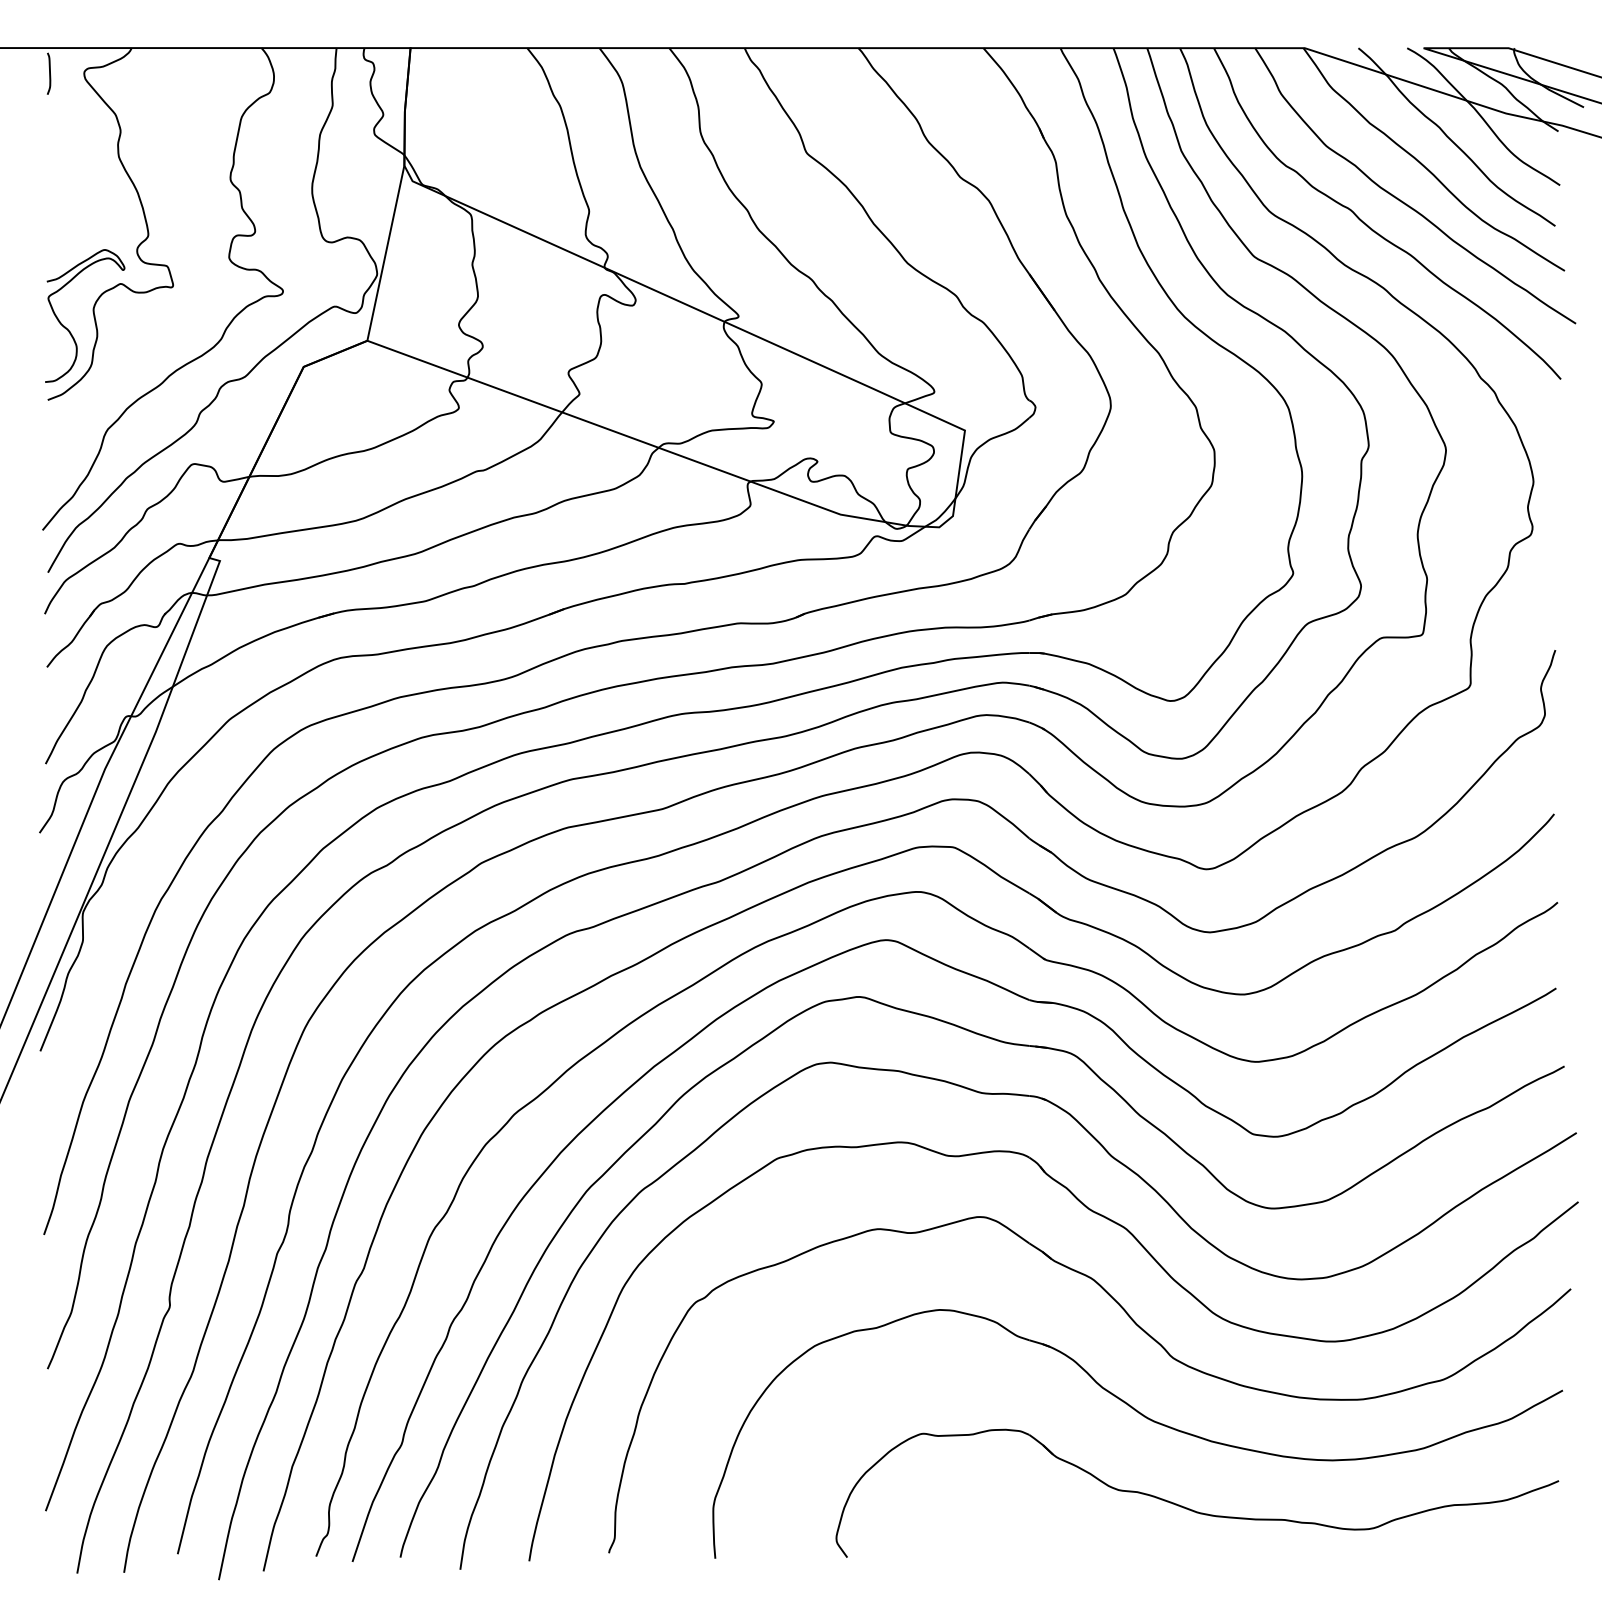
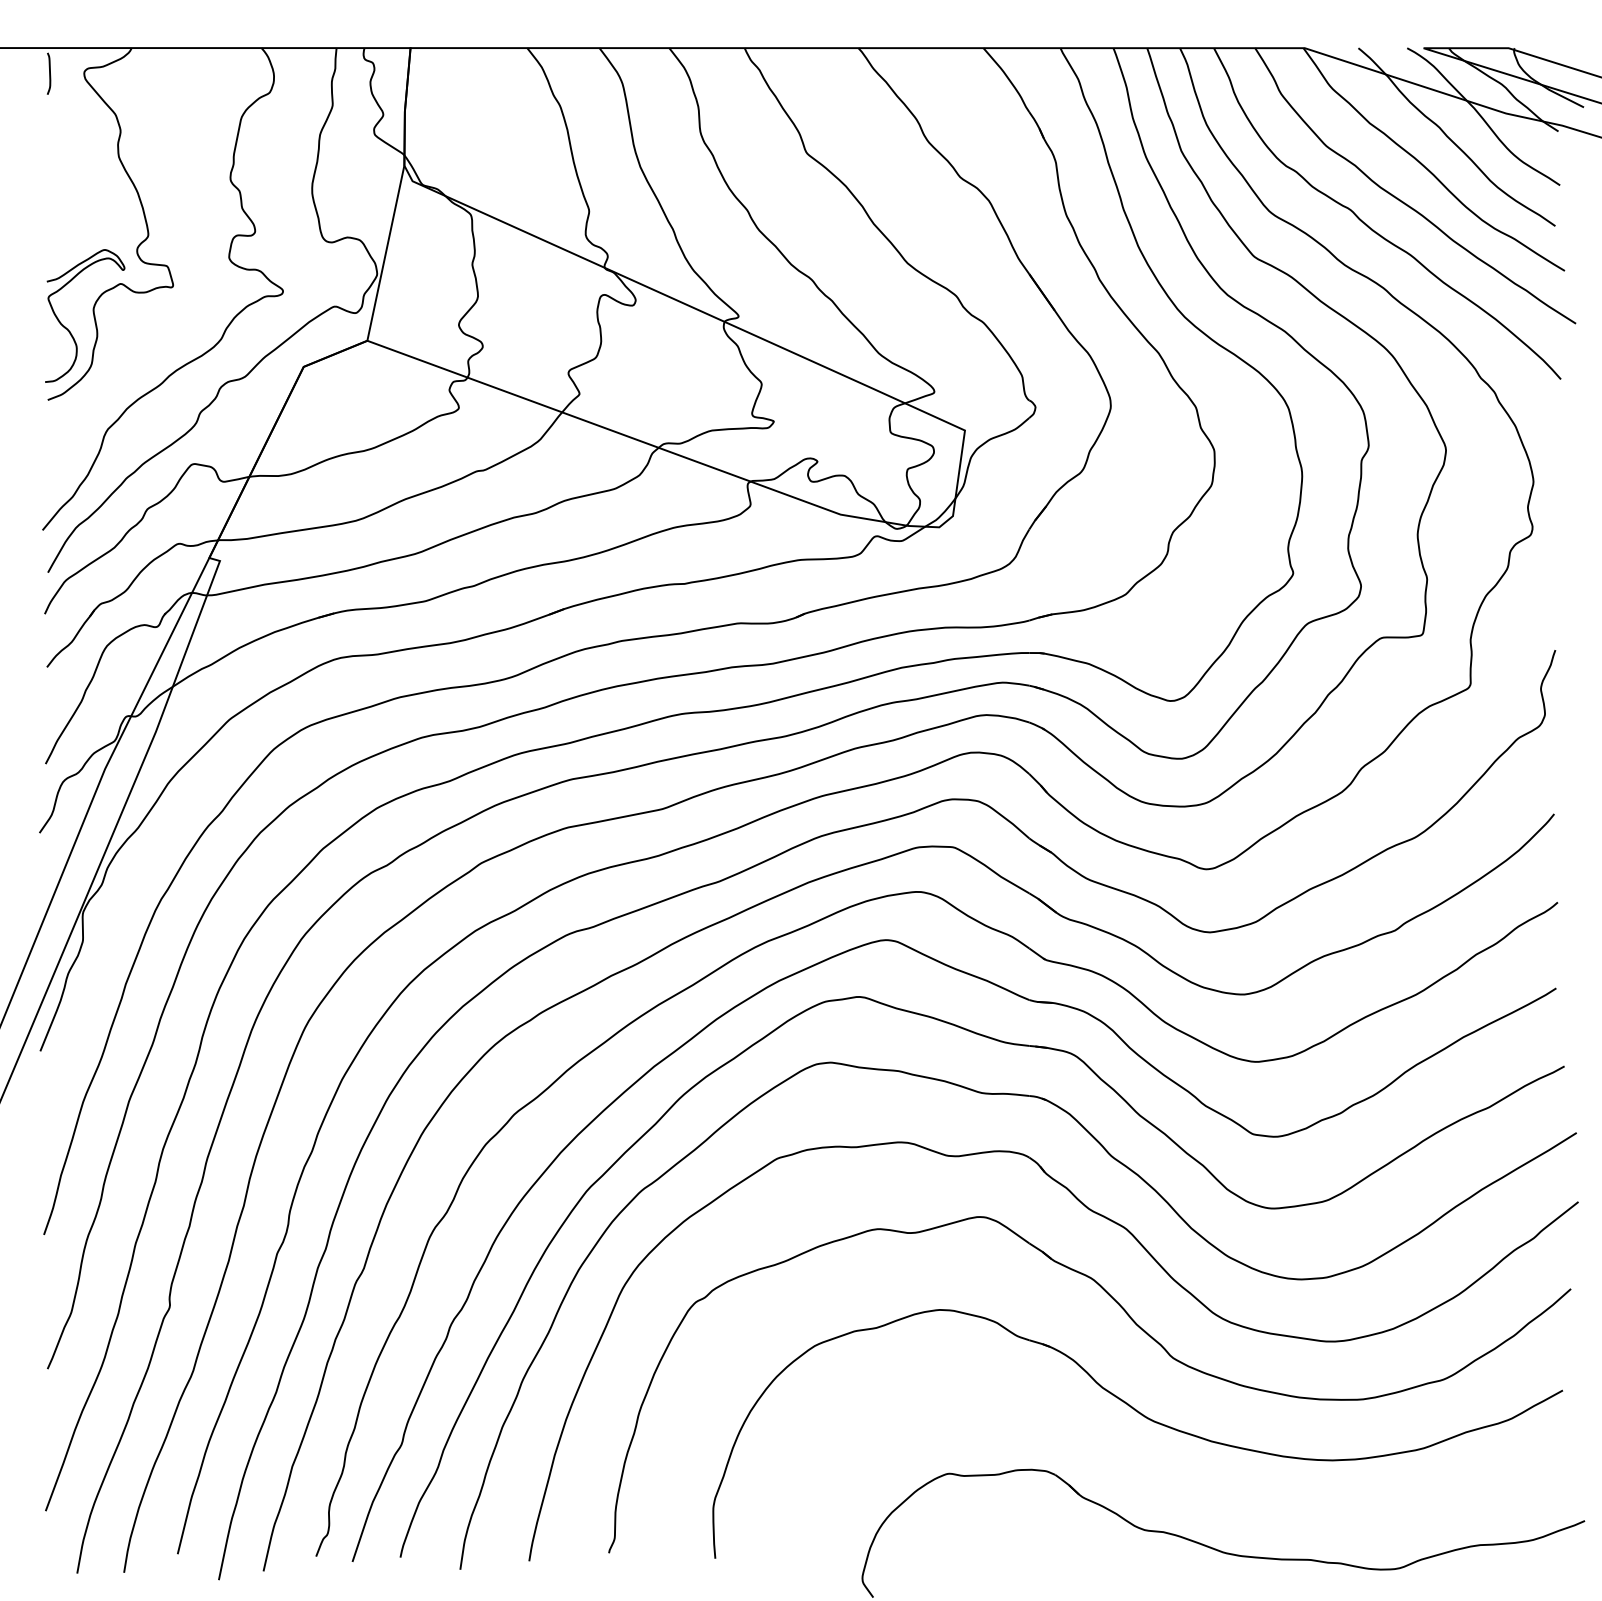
part at (1190, 1508) position: (1190, 1508) -> (1216, 1548)
